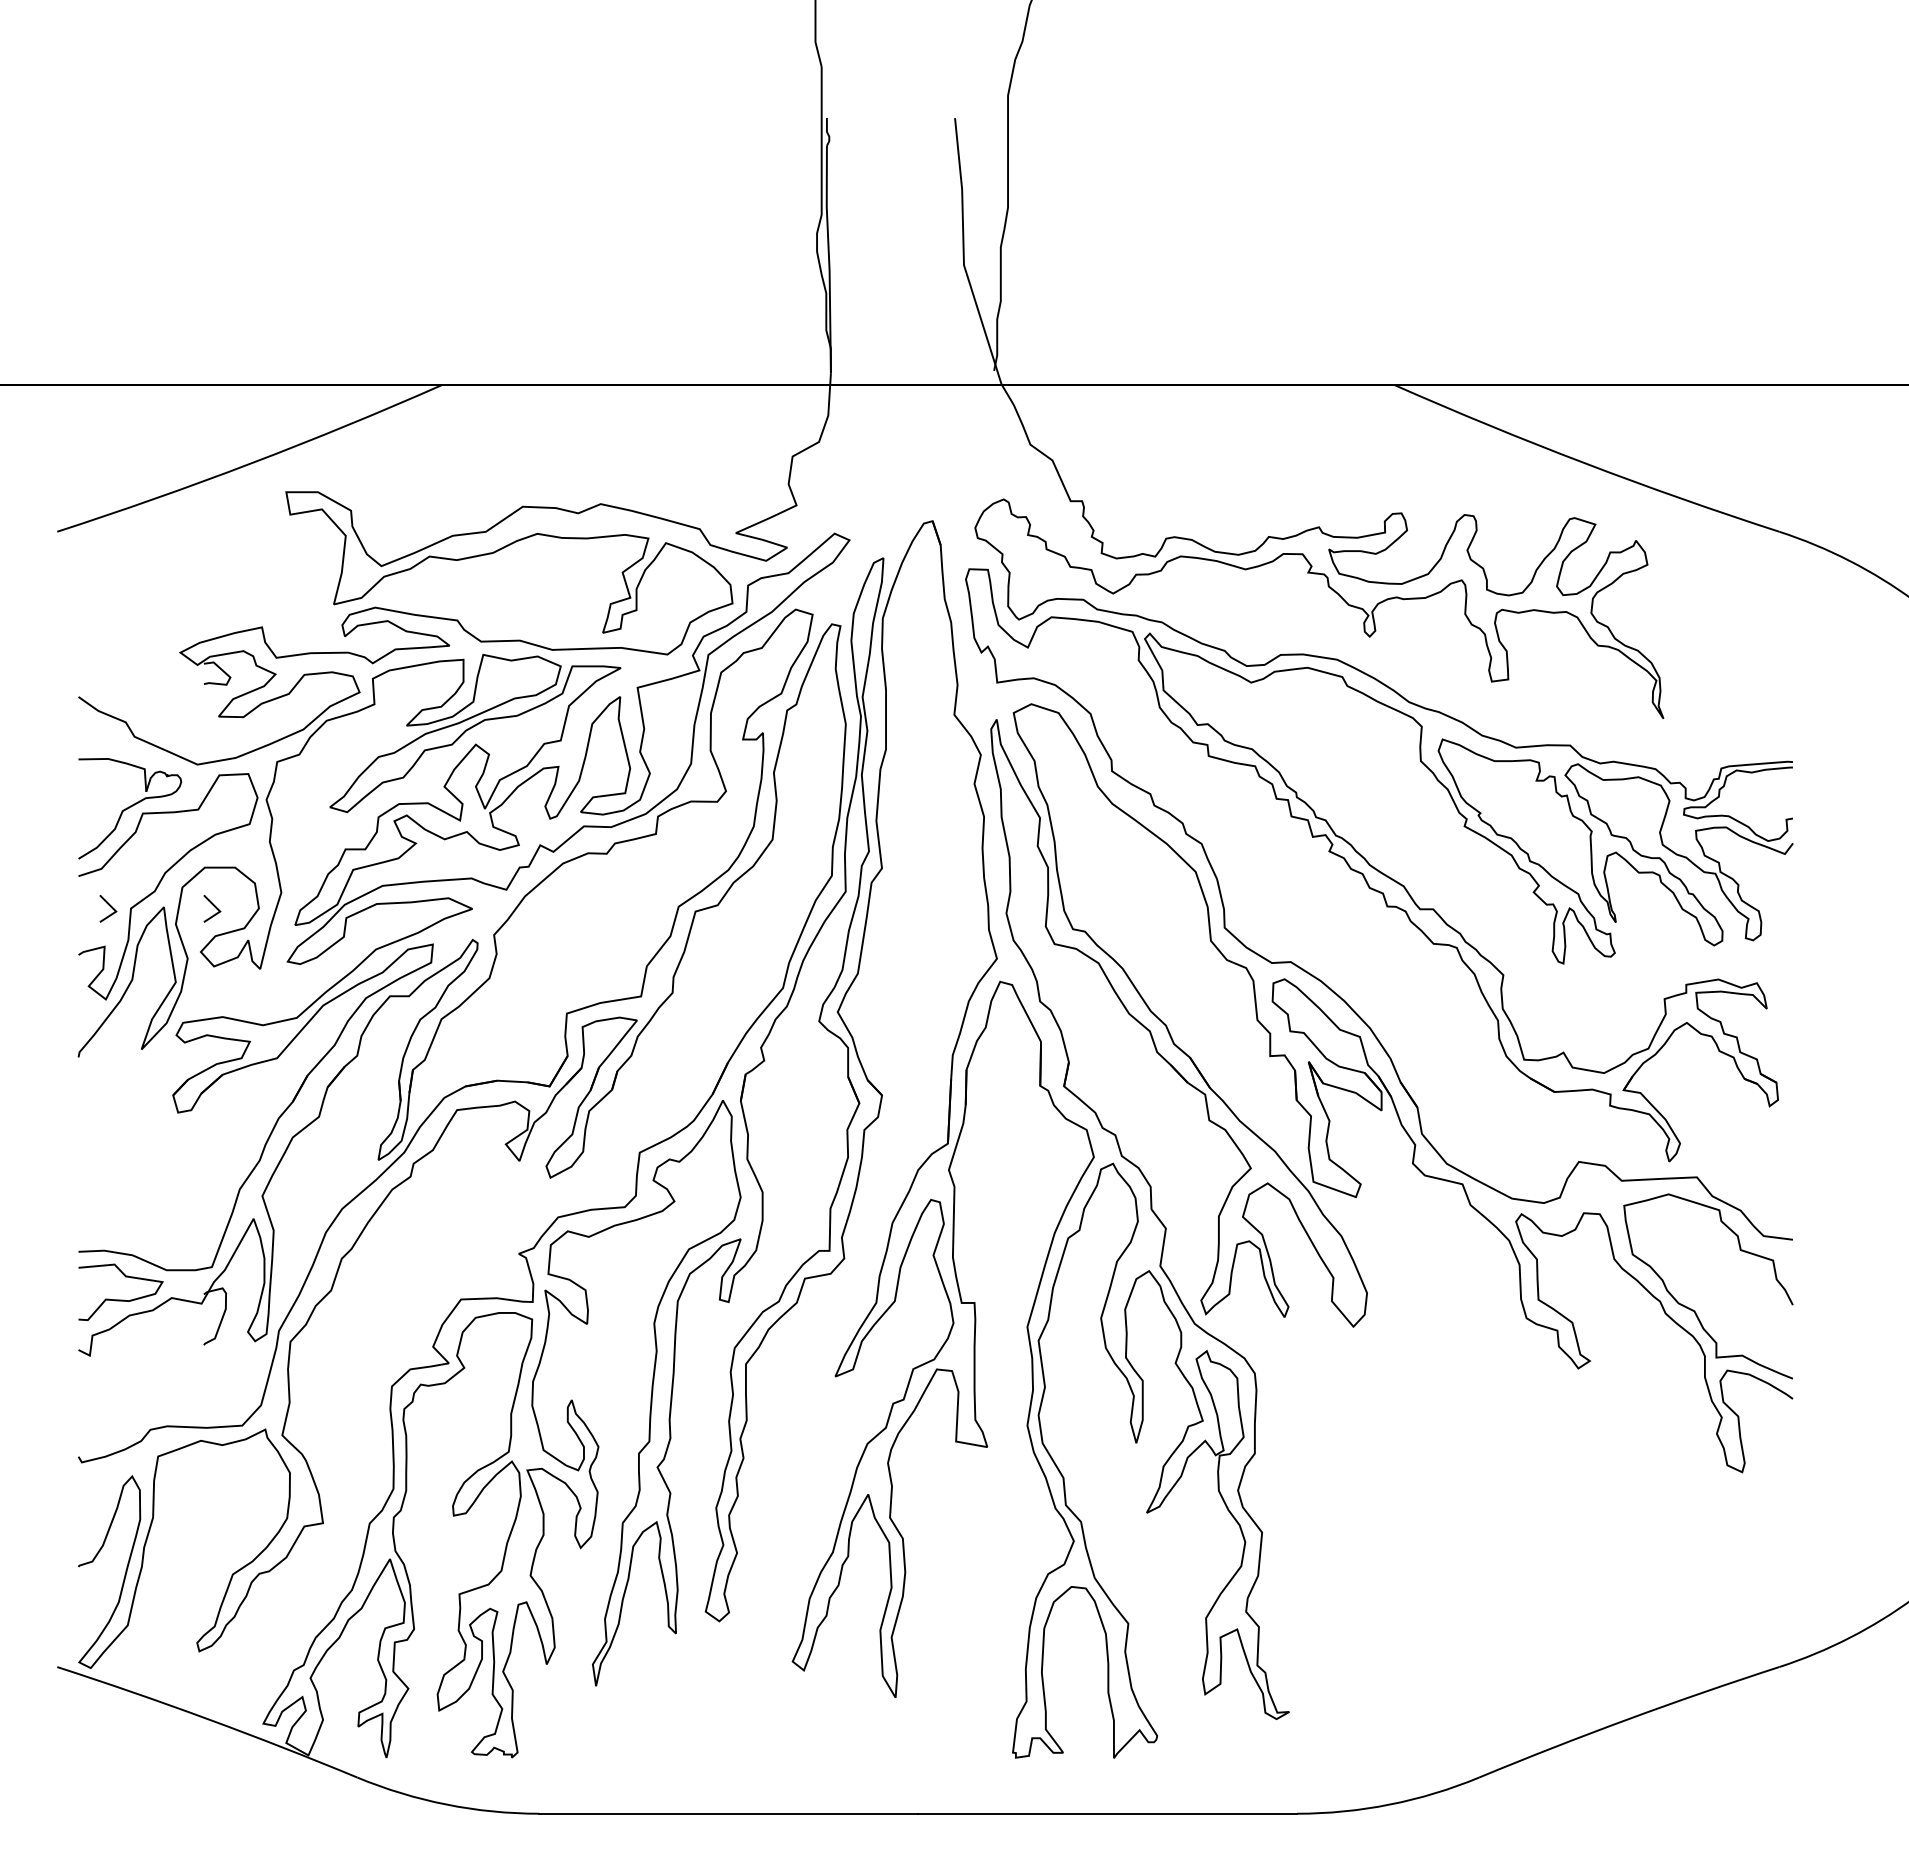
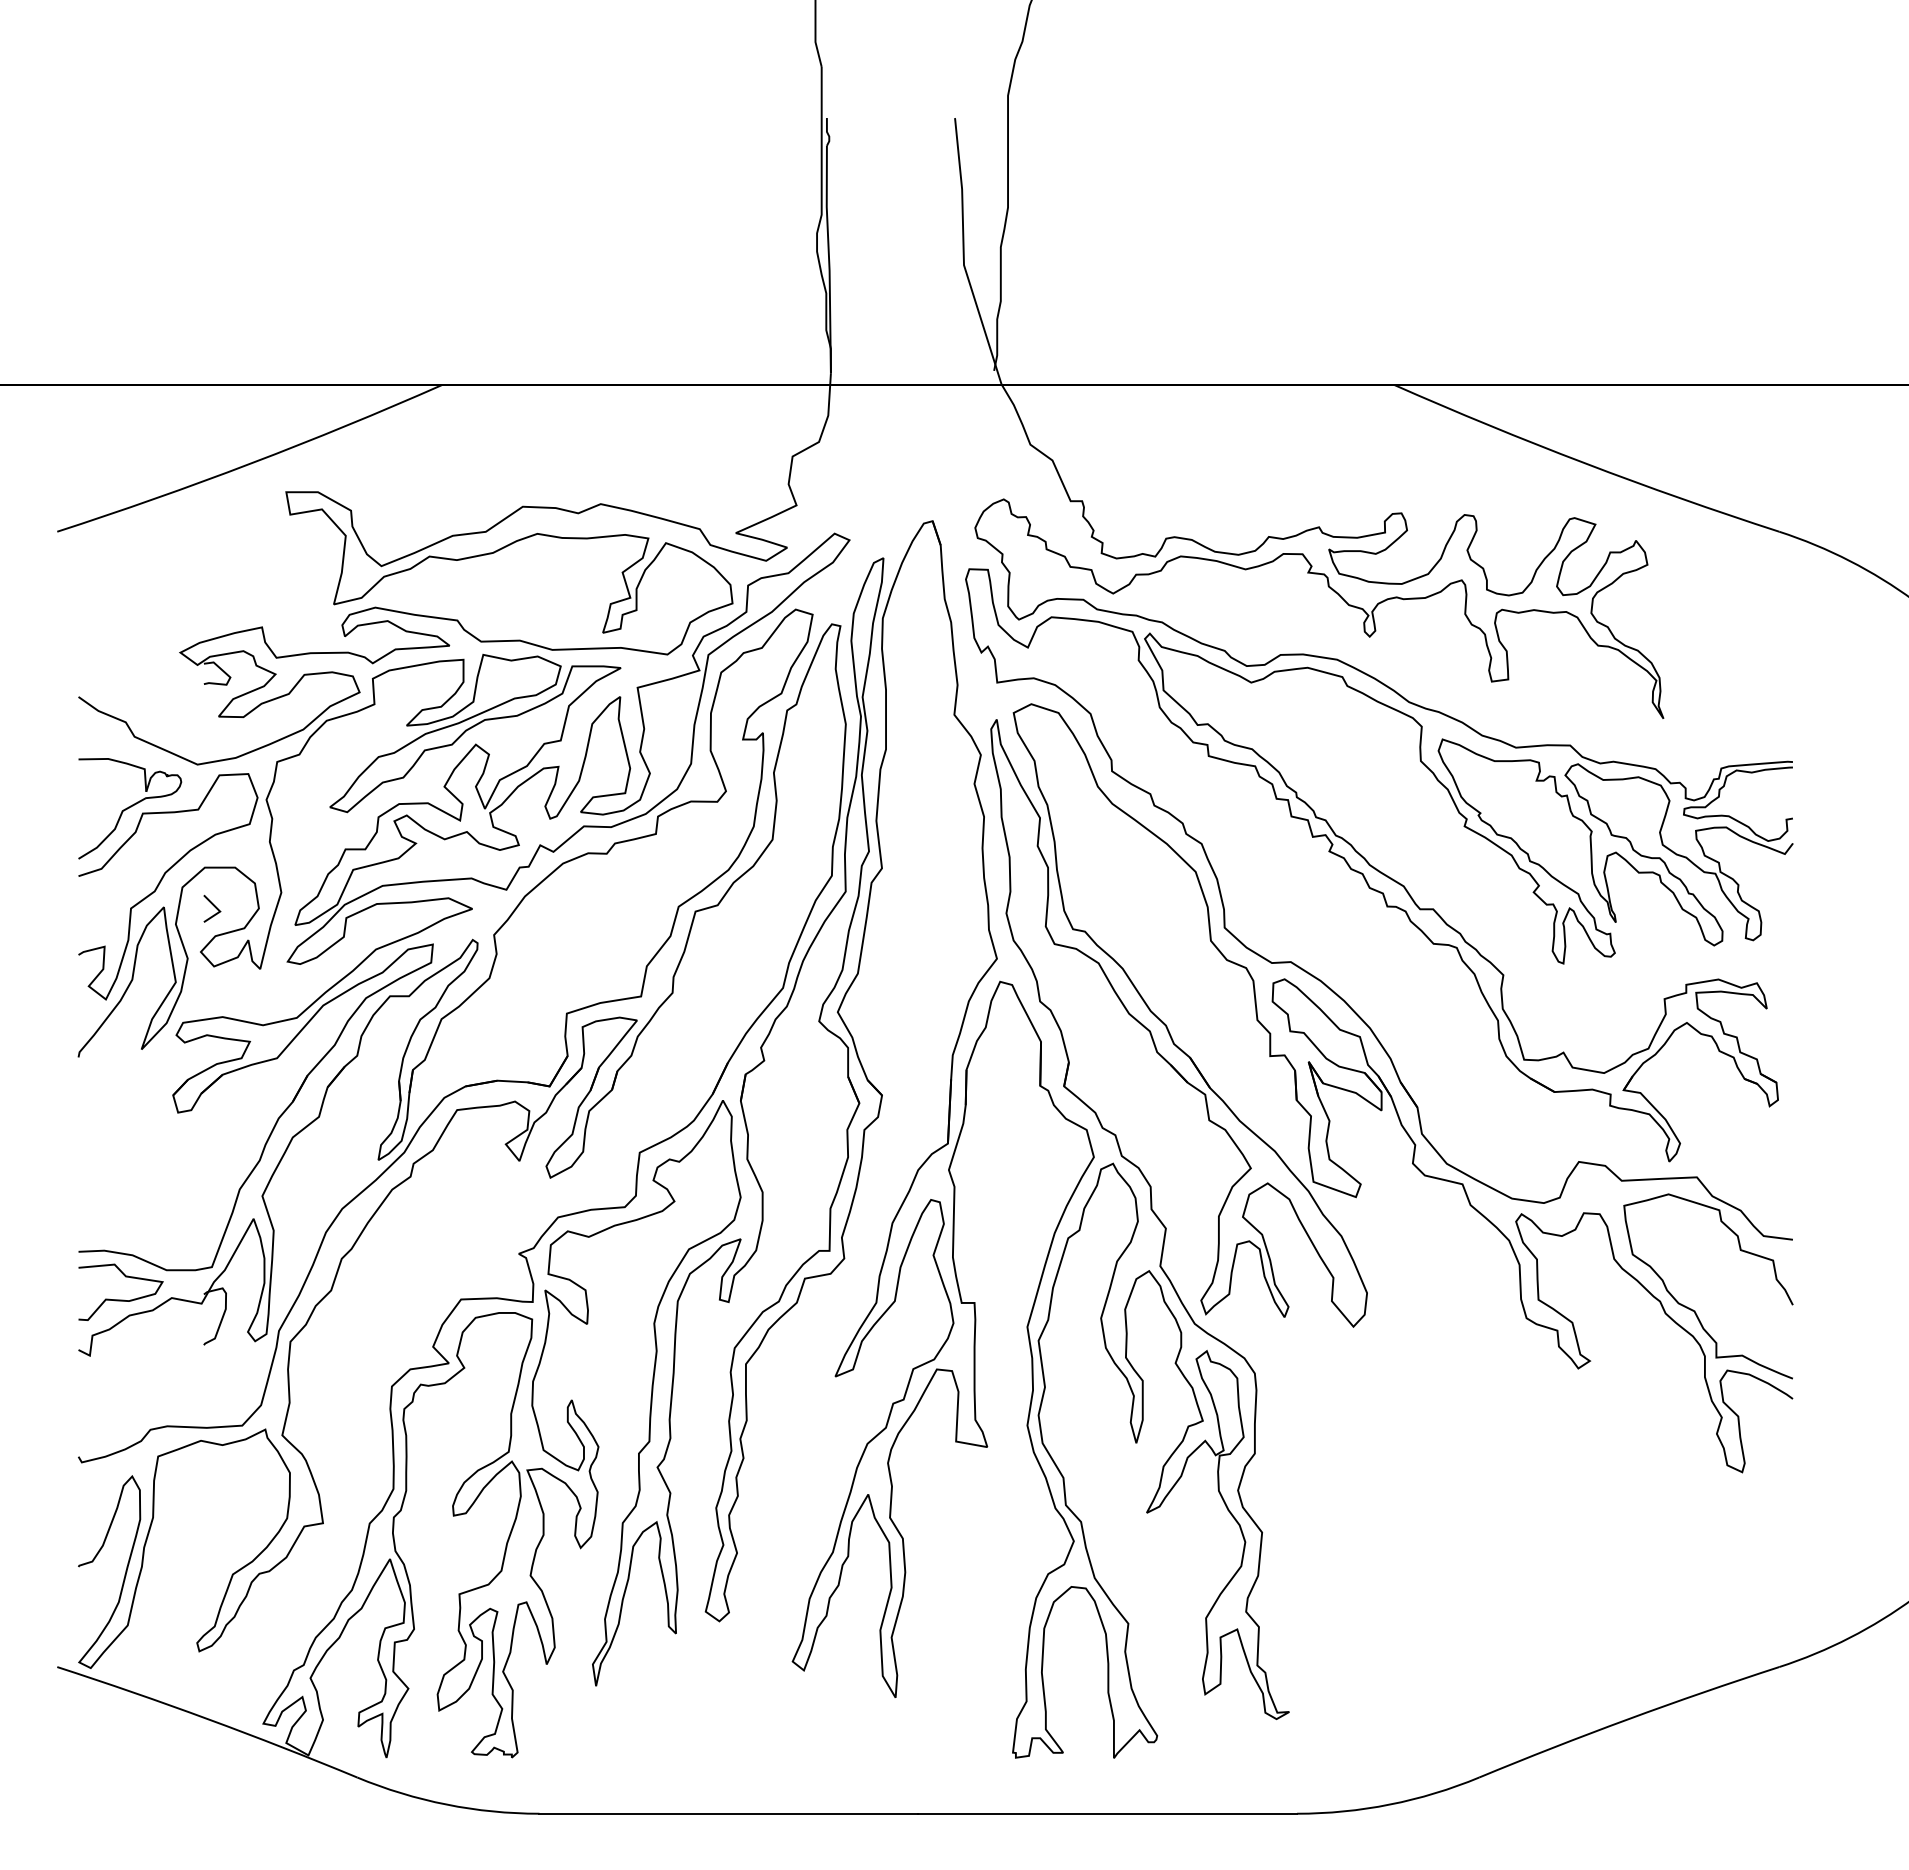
line at (109, 906): present -> none
